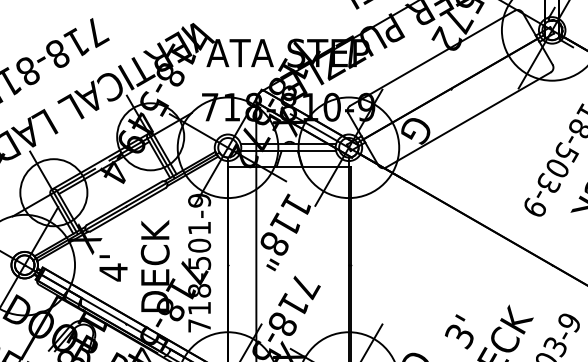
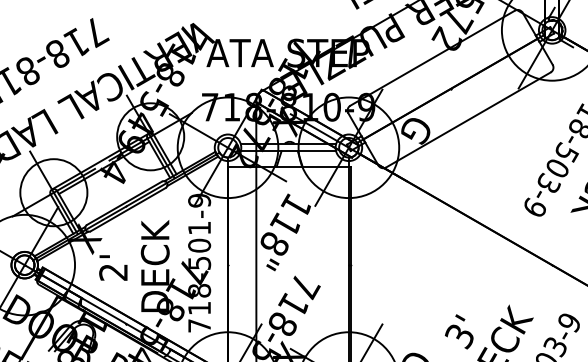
text at (113, 272): 4' -> 2'
